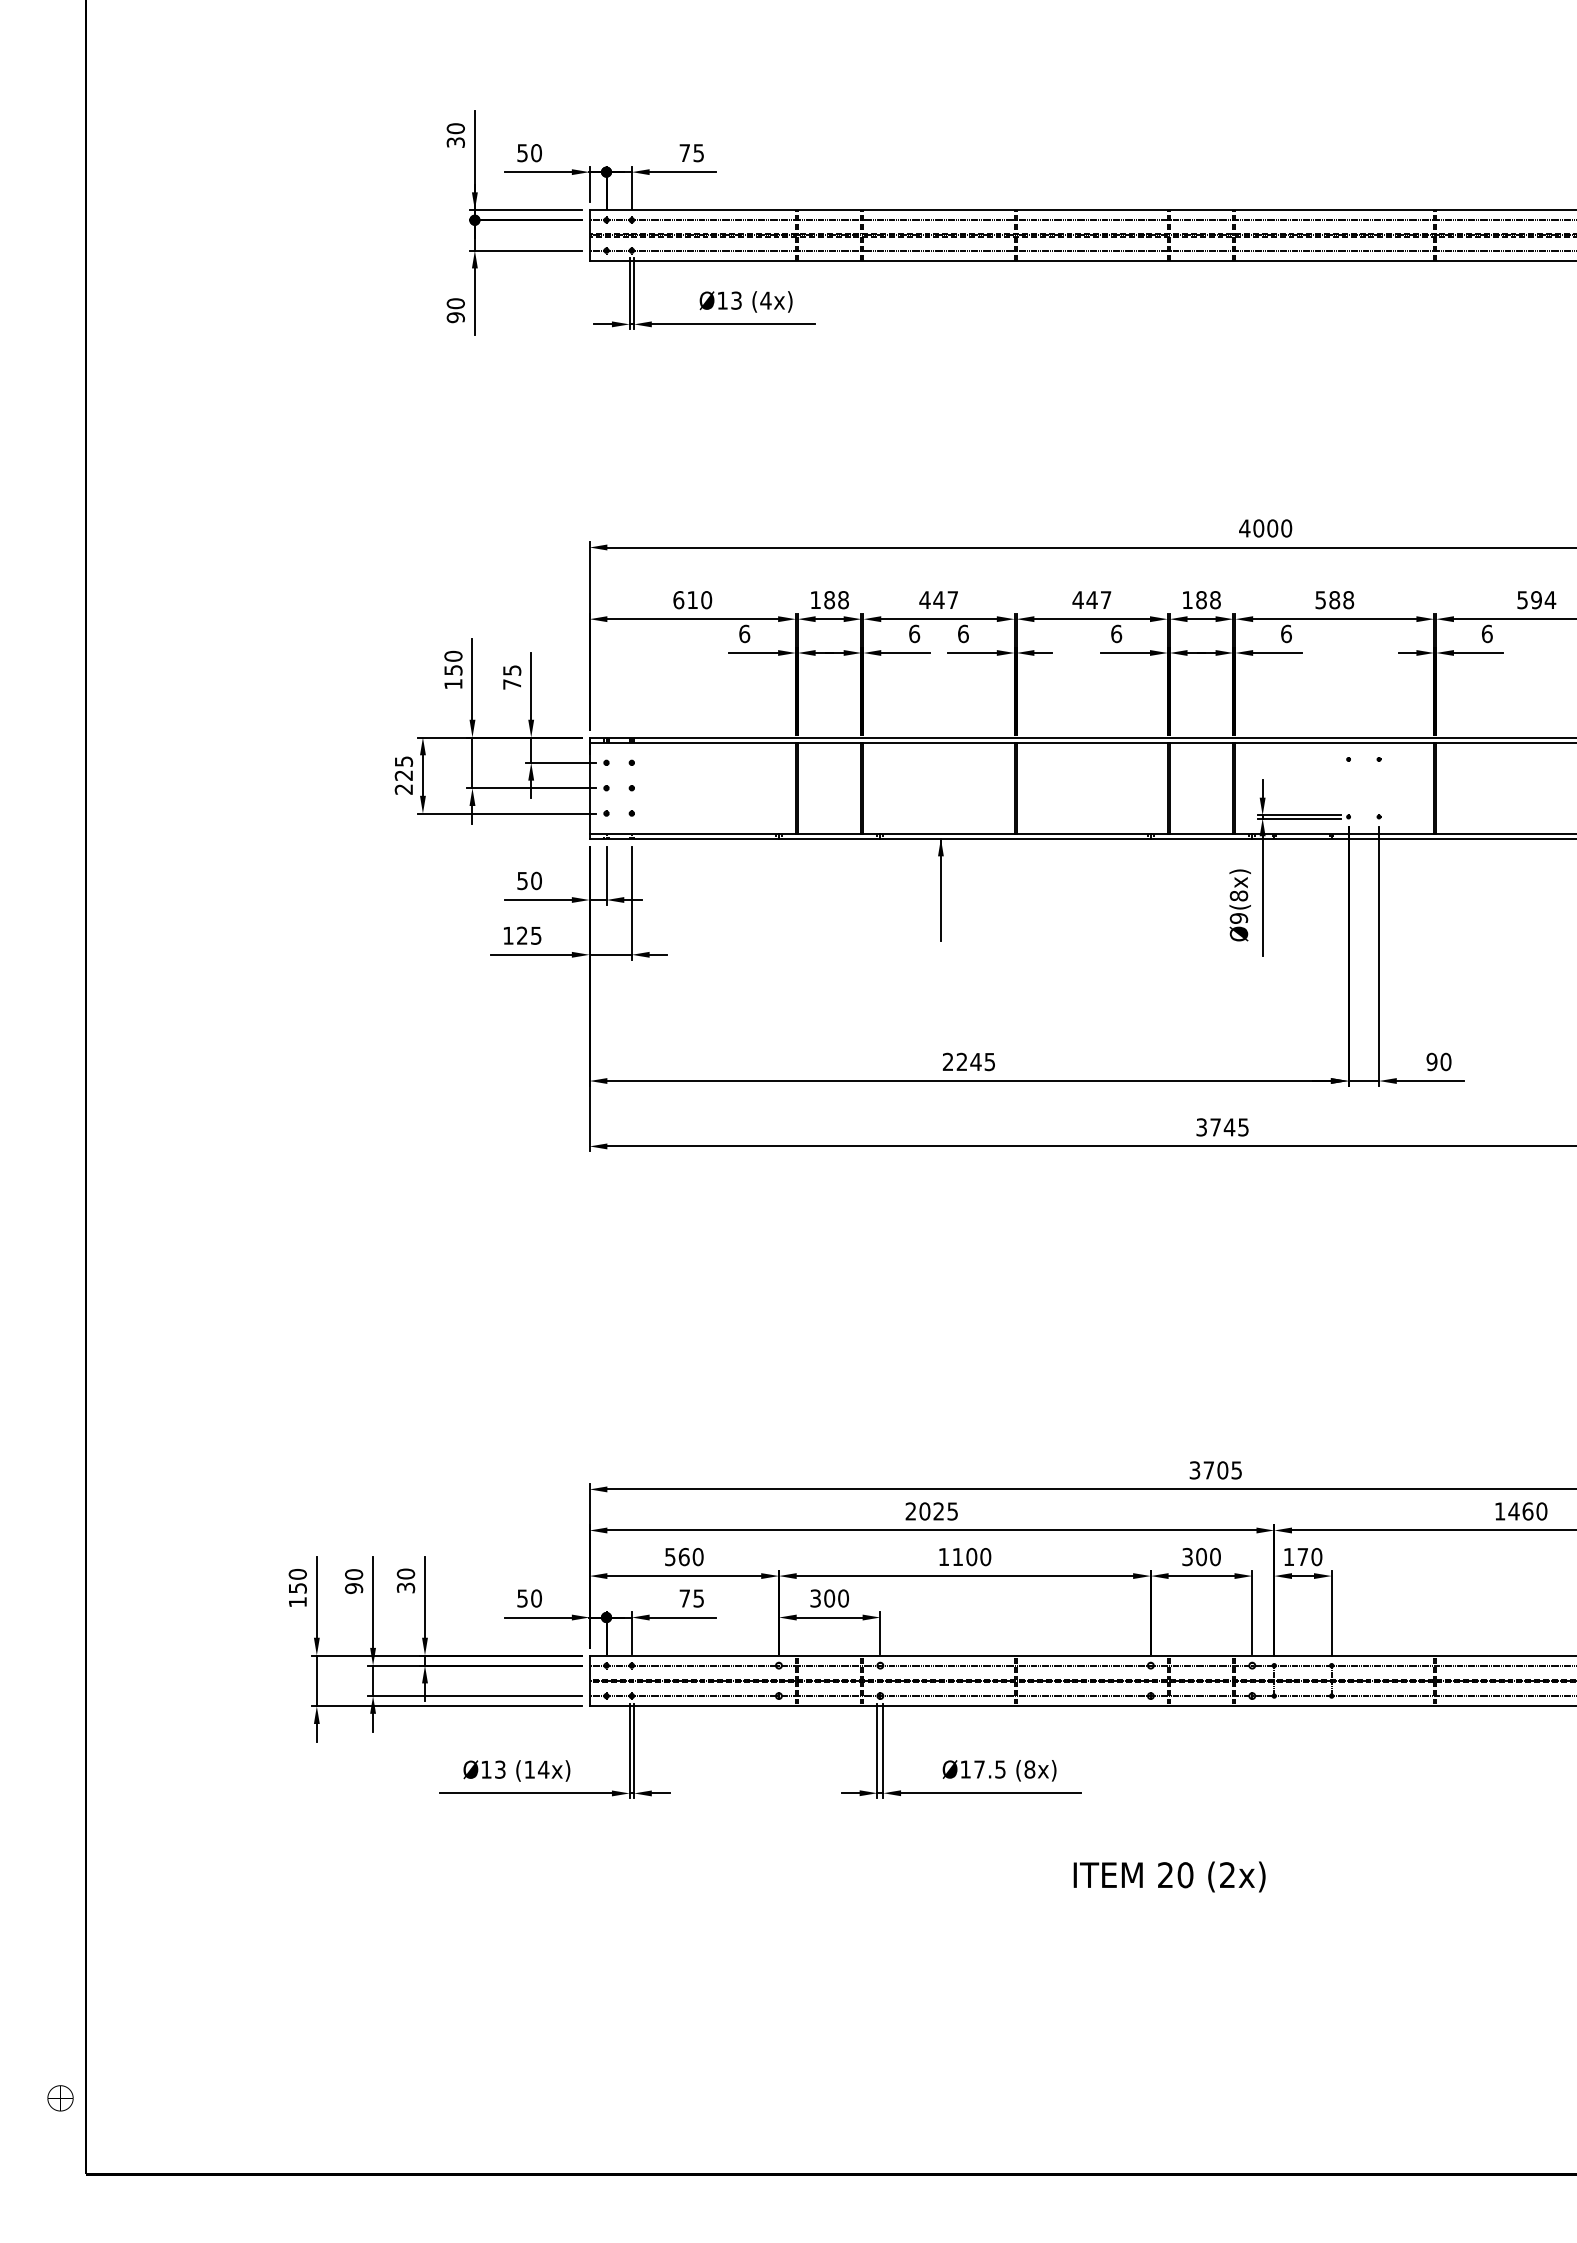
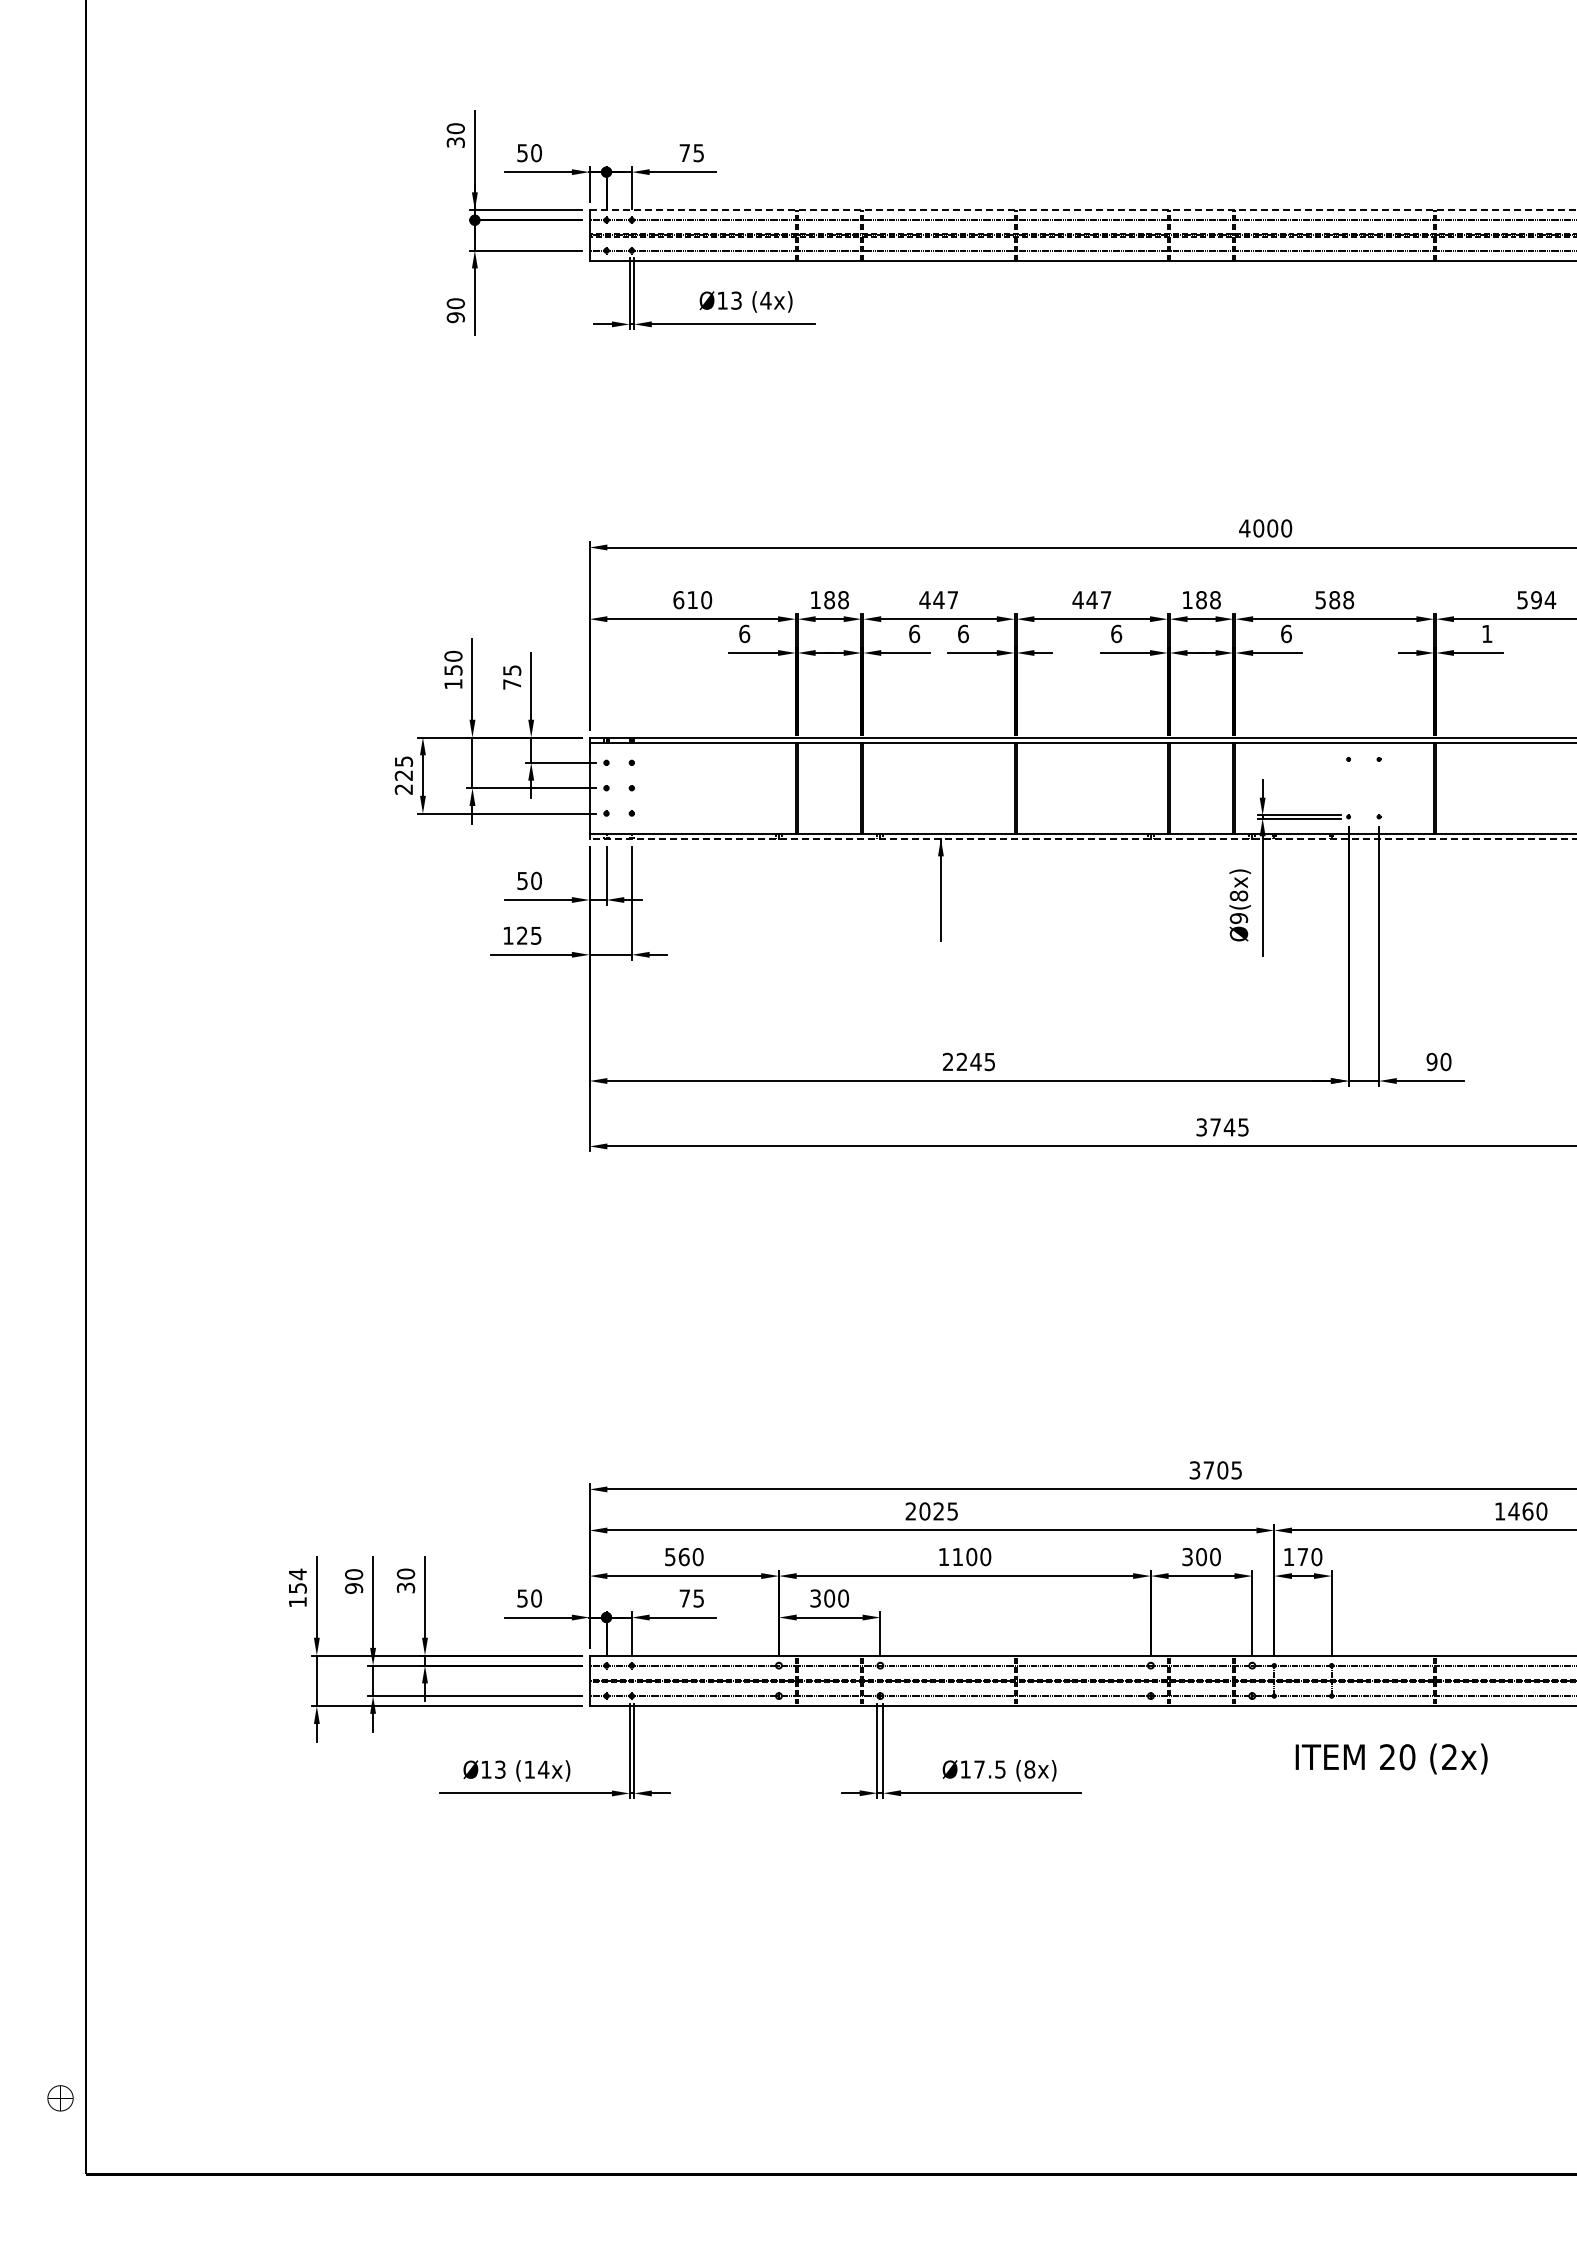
line at (1082, 210): solid -> dashed
text at (1487, 633): 6 -> 1
line at (1082, 838): solid -> dashed
text at (297, 1574): 150 -> 154
text at (1169, 1876) position: (1169, 1876) -> (1391, 1758)
